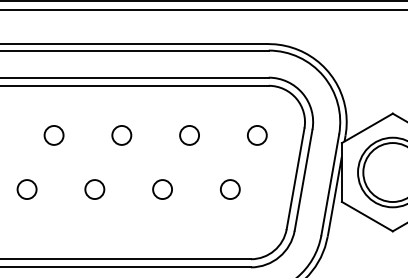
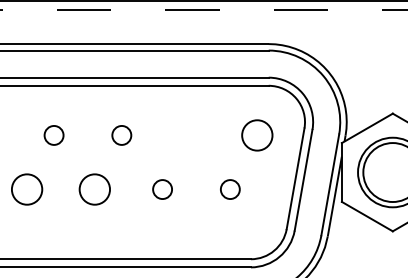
line at (204, 10): solid -> dashed
circle at (256, 134) diameter: 19 px -> 30 px
circle at (189, 135): present -> none
circle at (26, 189) diameter: 19 px -> 30 px
circle at (94, 189) diameter: 19 px -> 30 px
